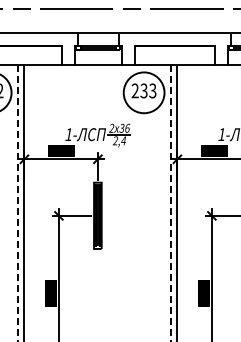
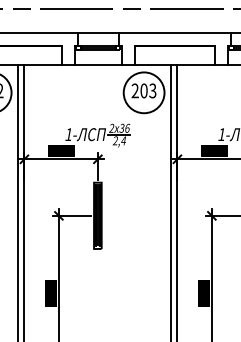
text at (143, 90): 233 -> 203
line at (18, 204): dashed -> solid
line at (171, 204): dashed -> solid
